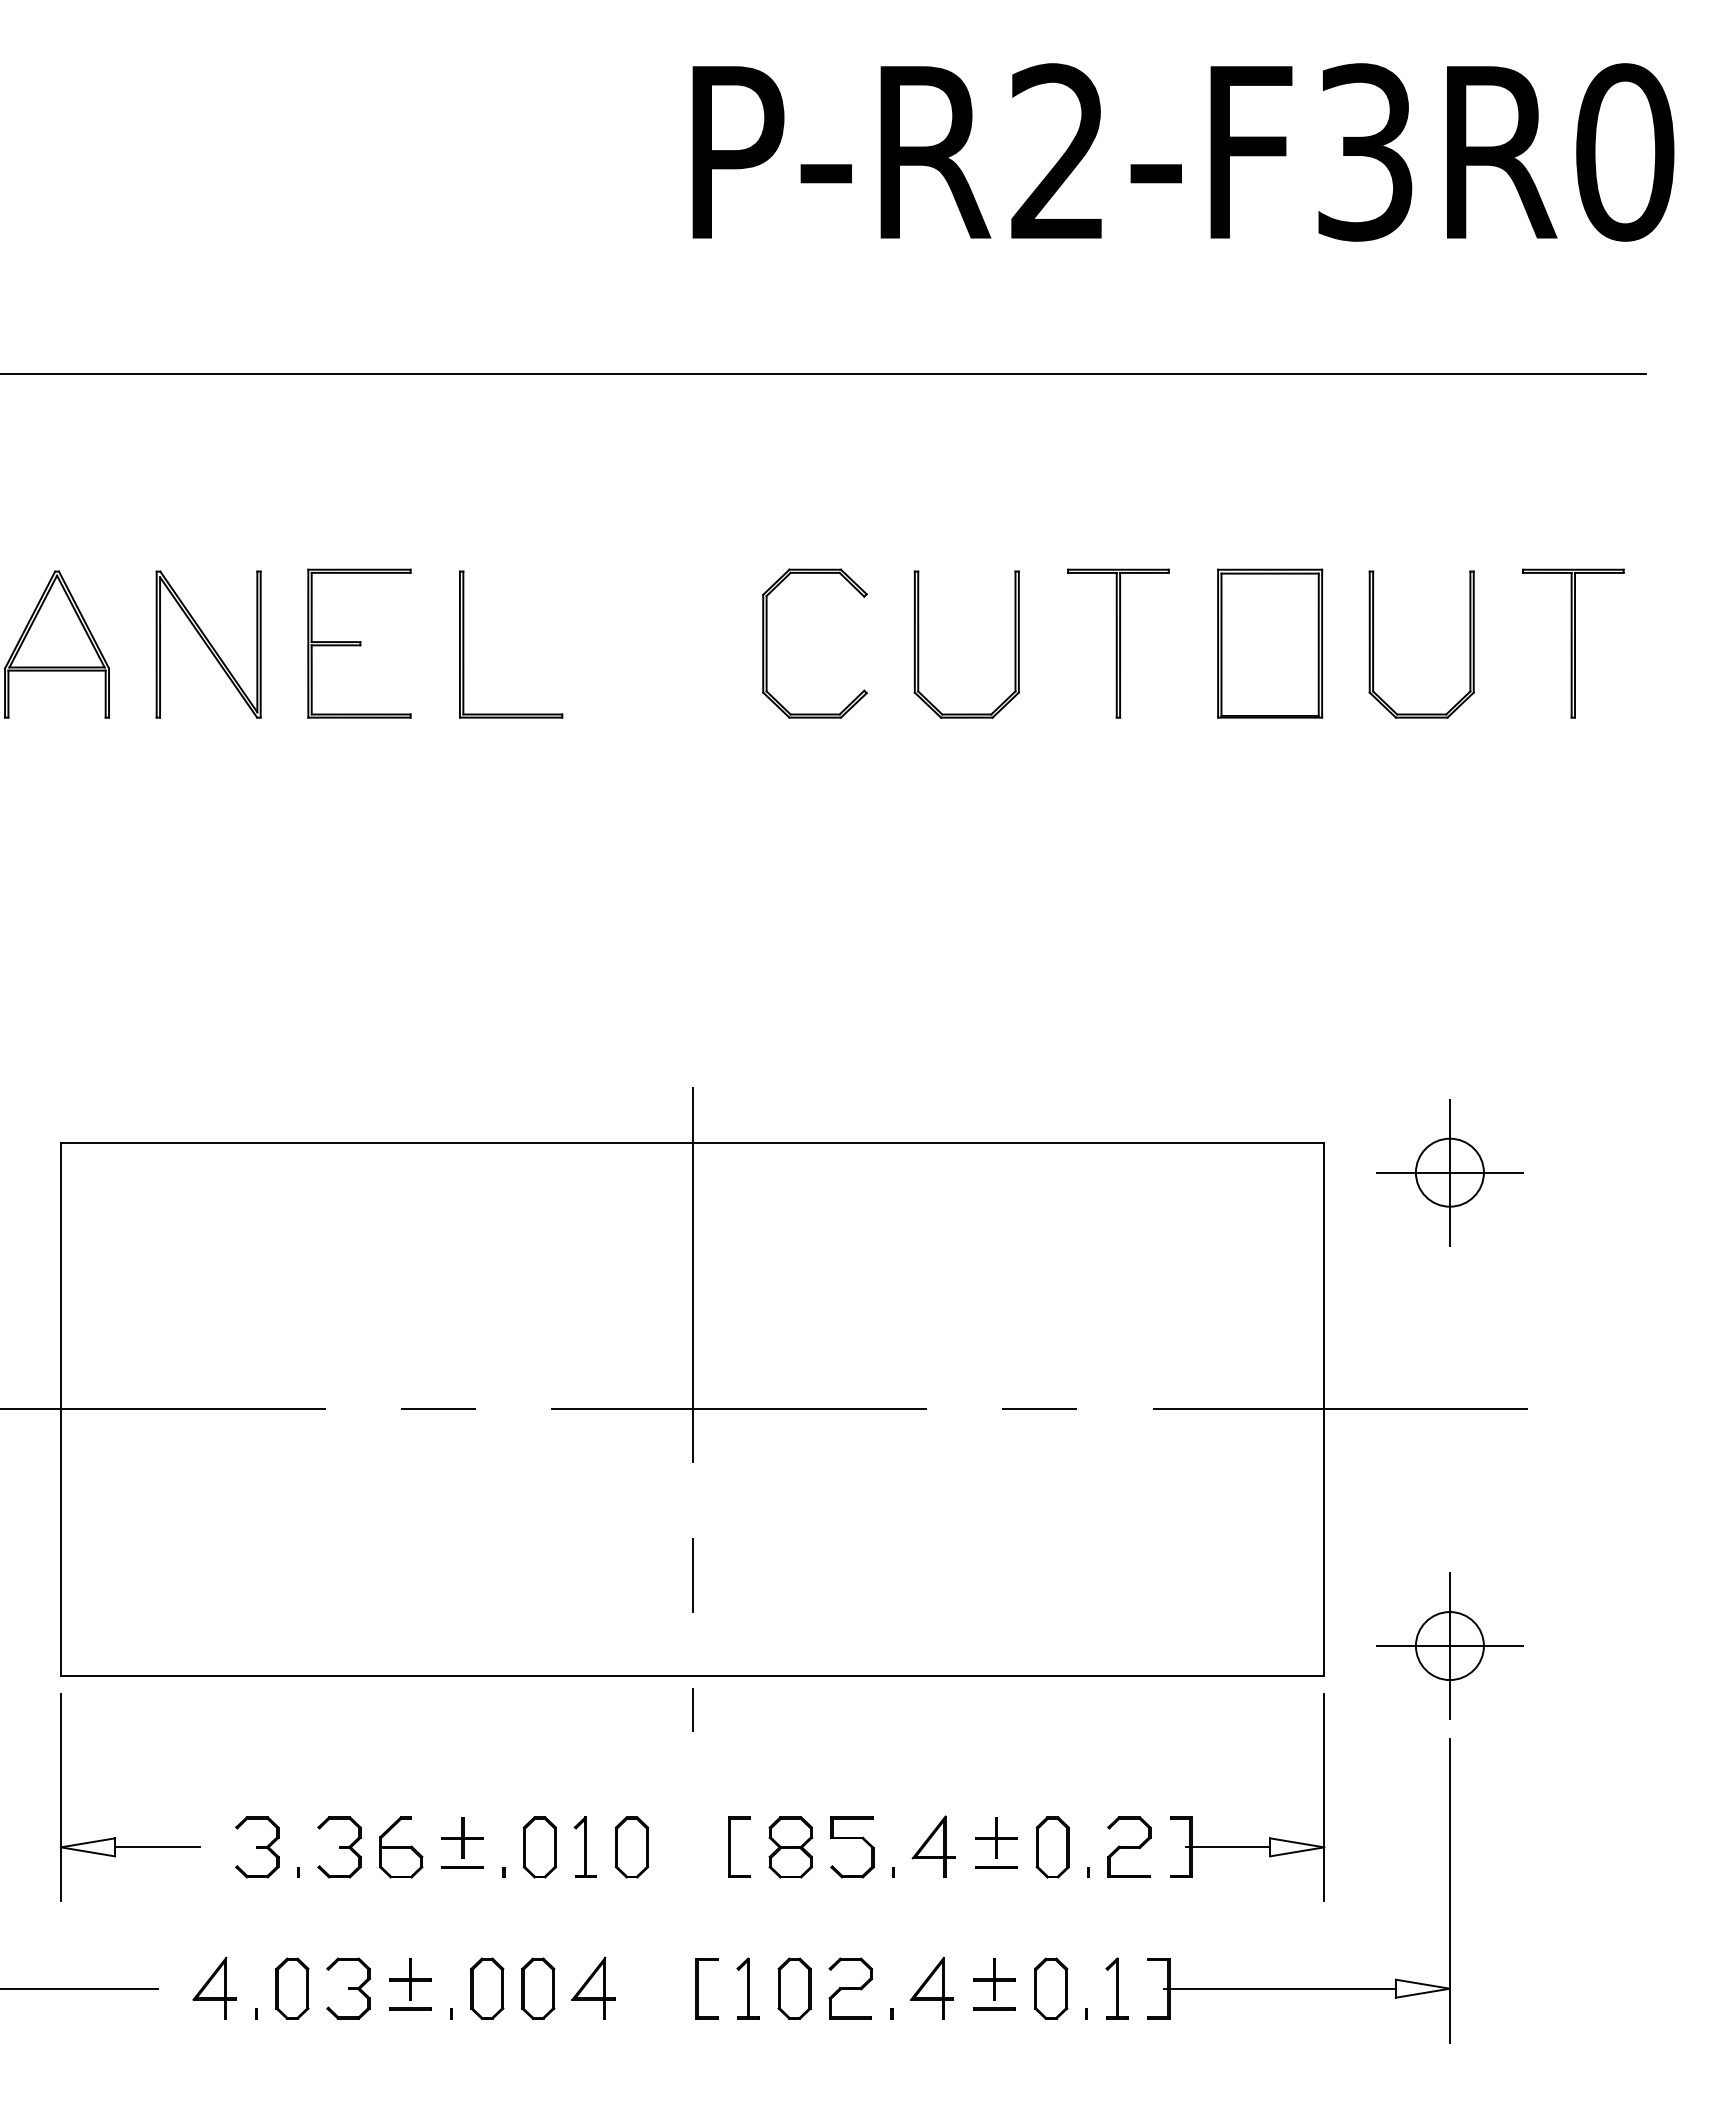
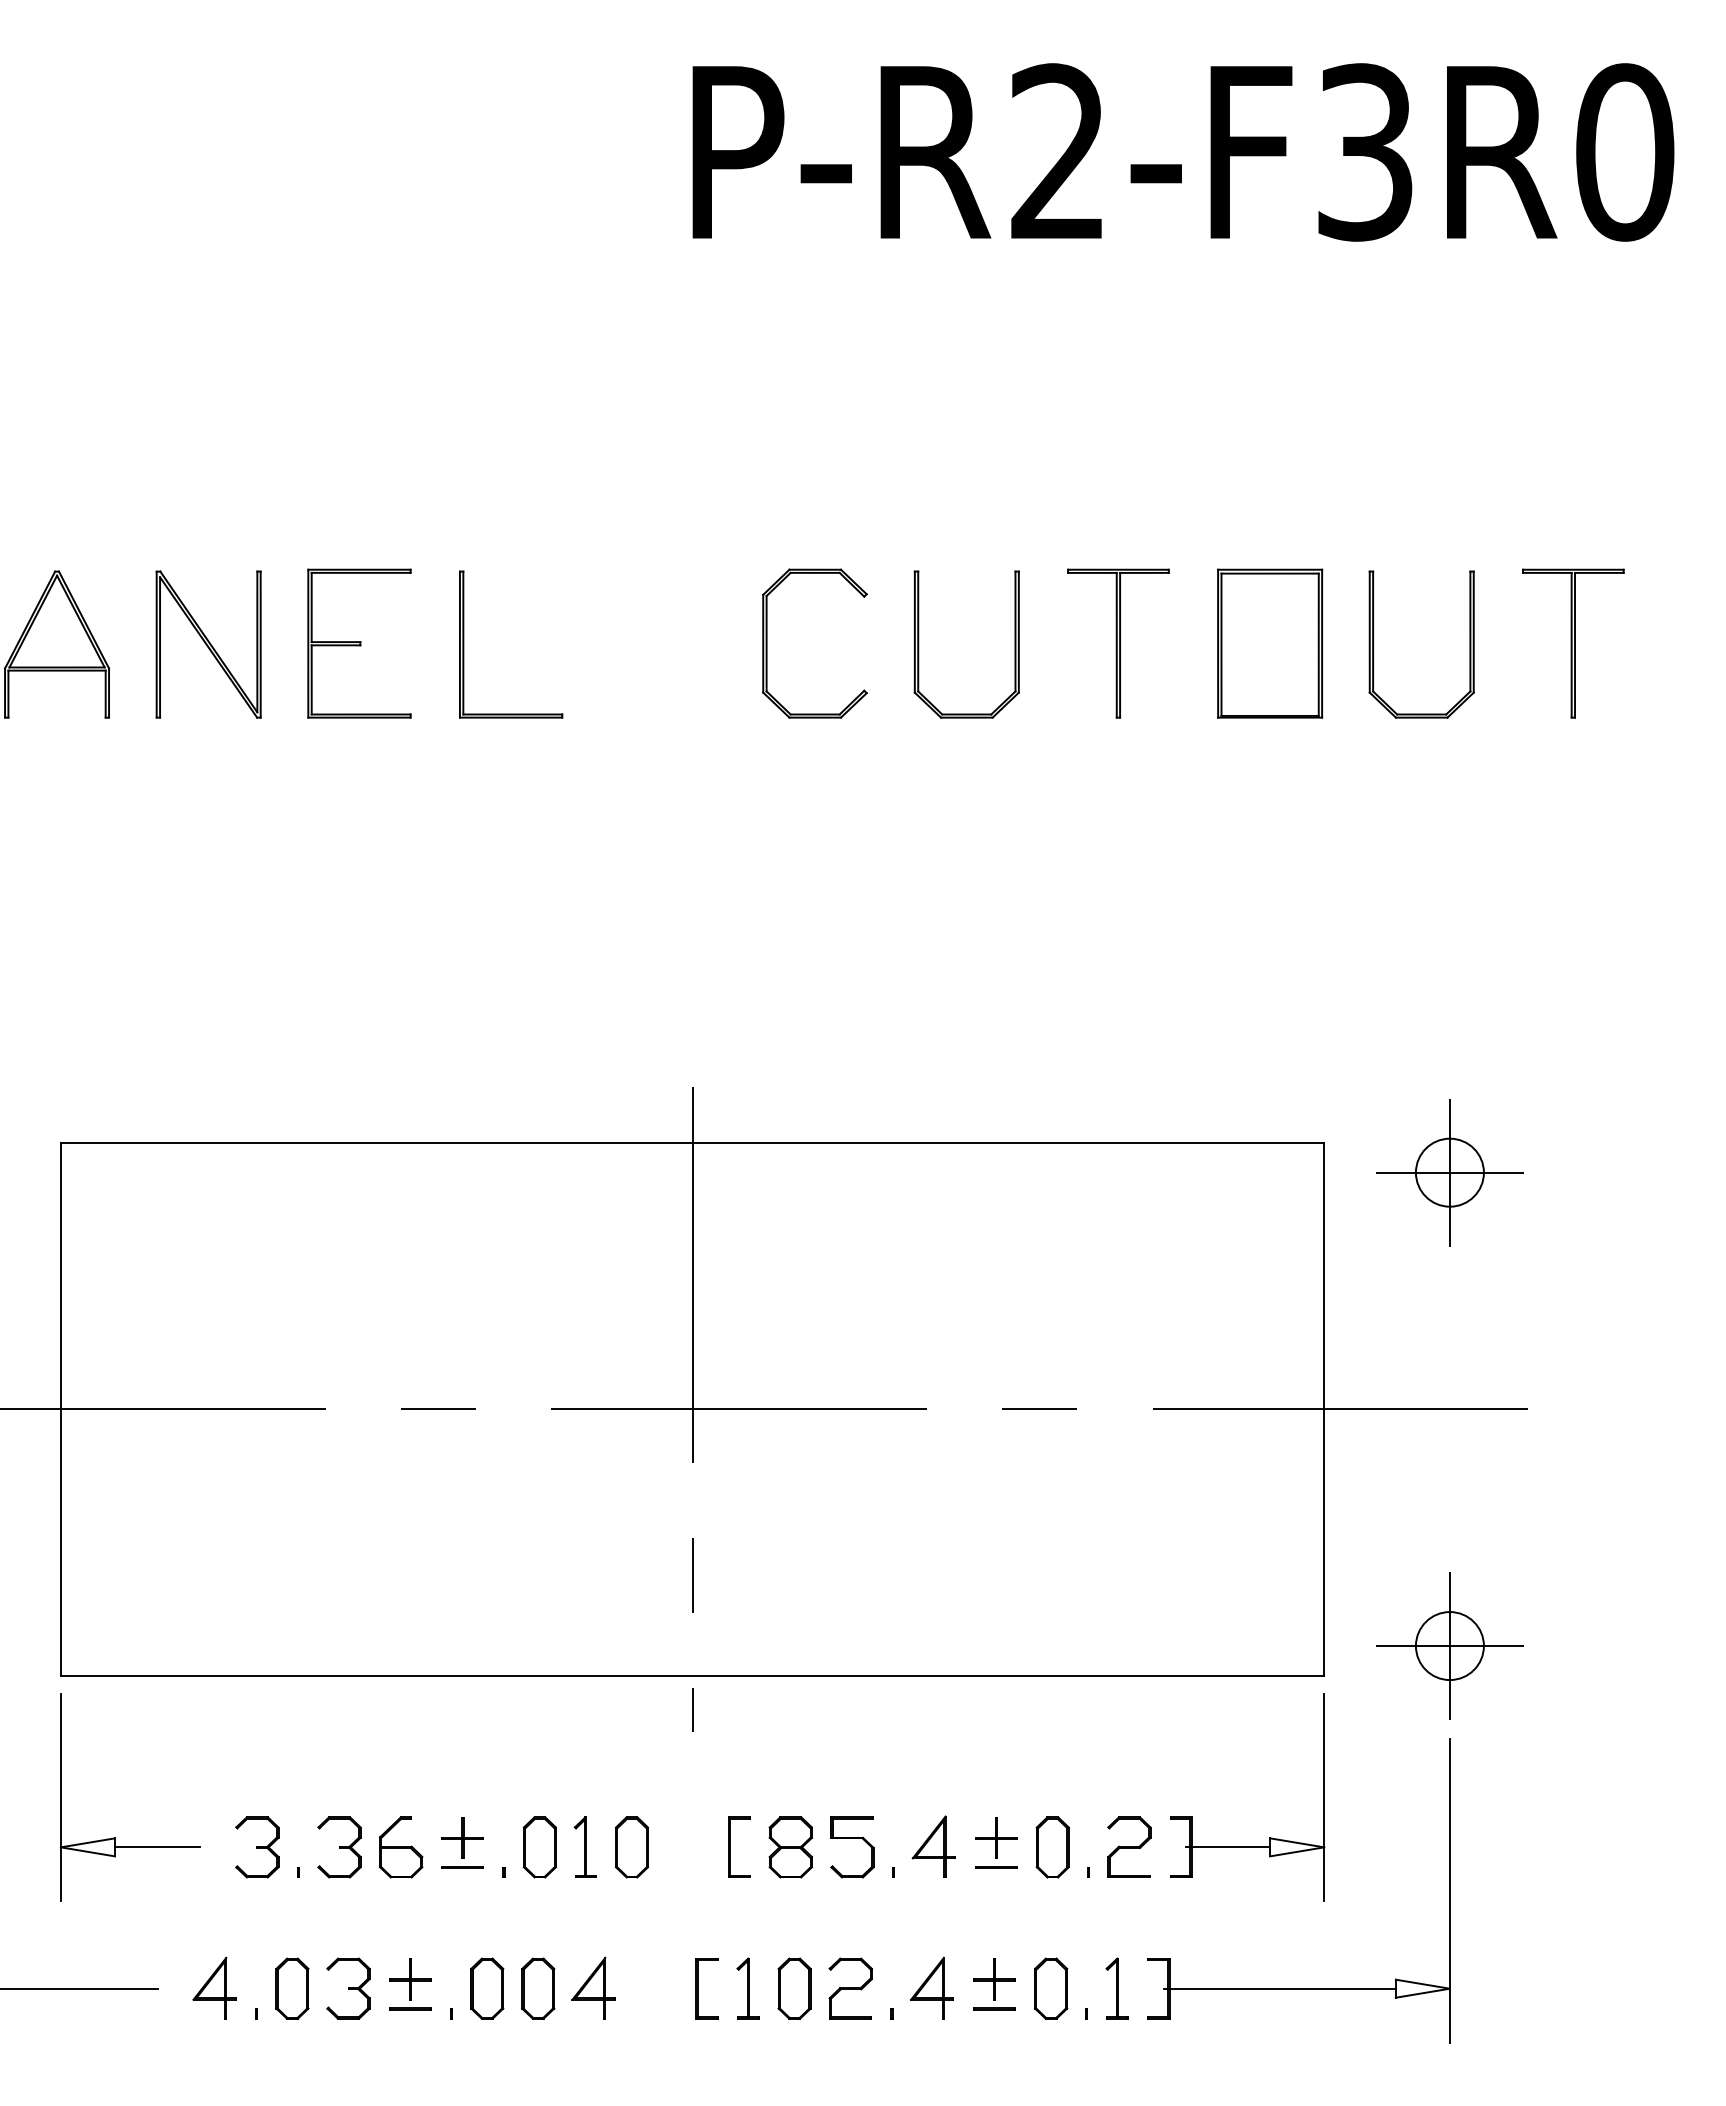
line at (824, 374): present -> none
